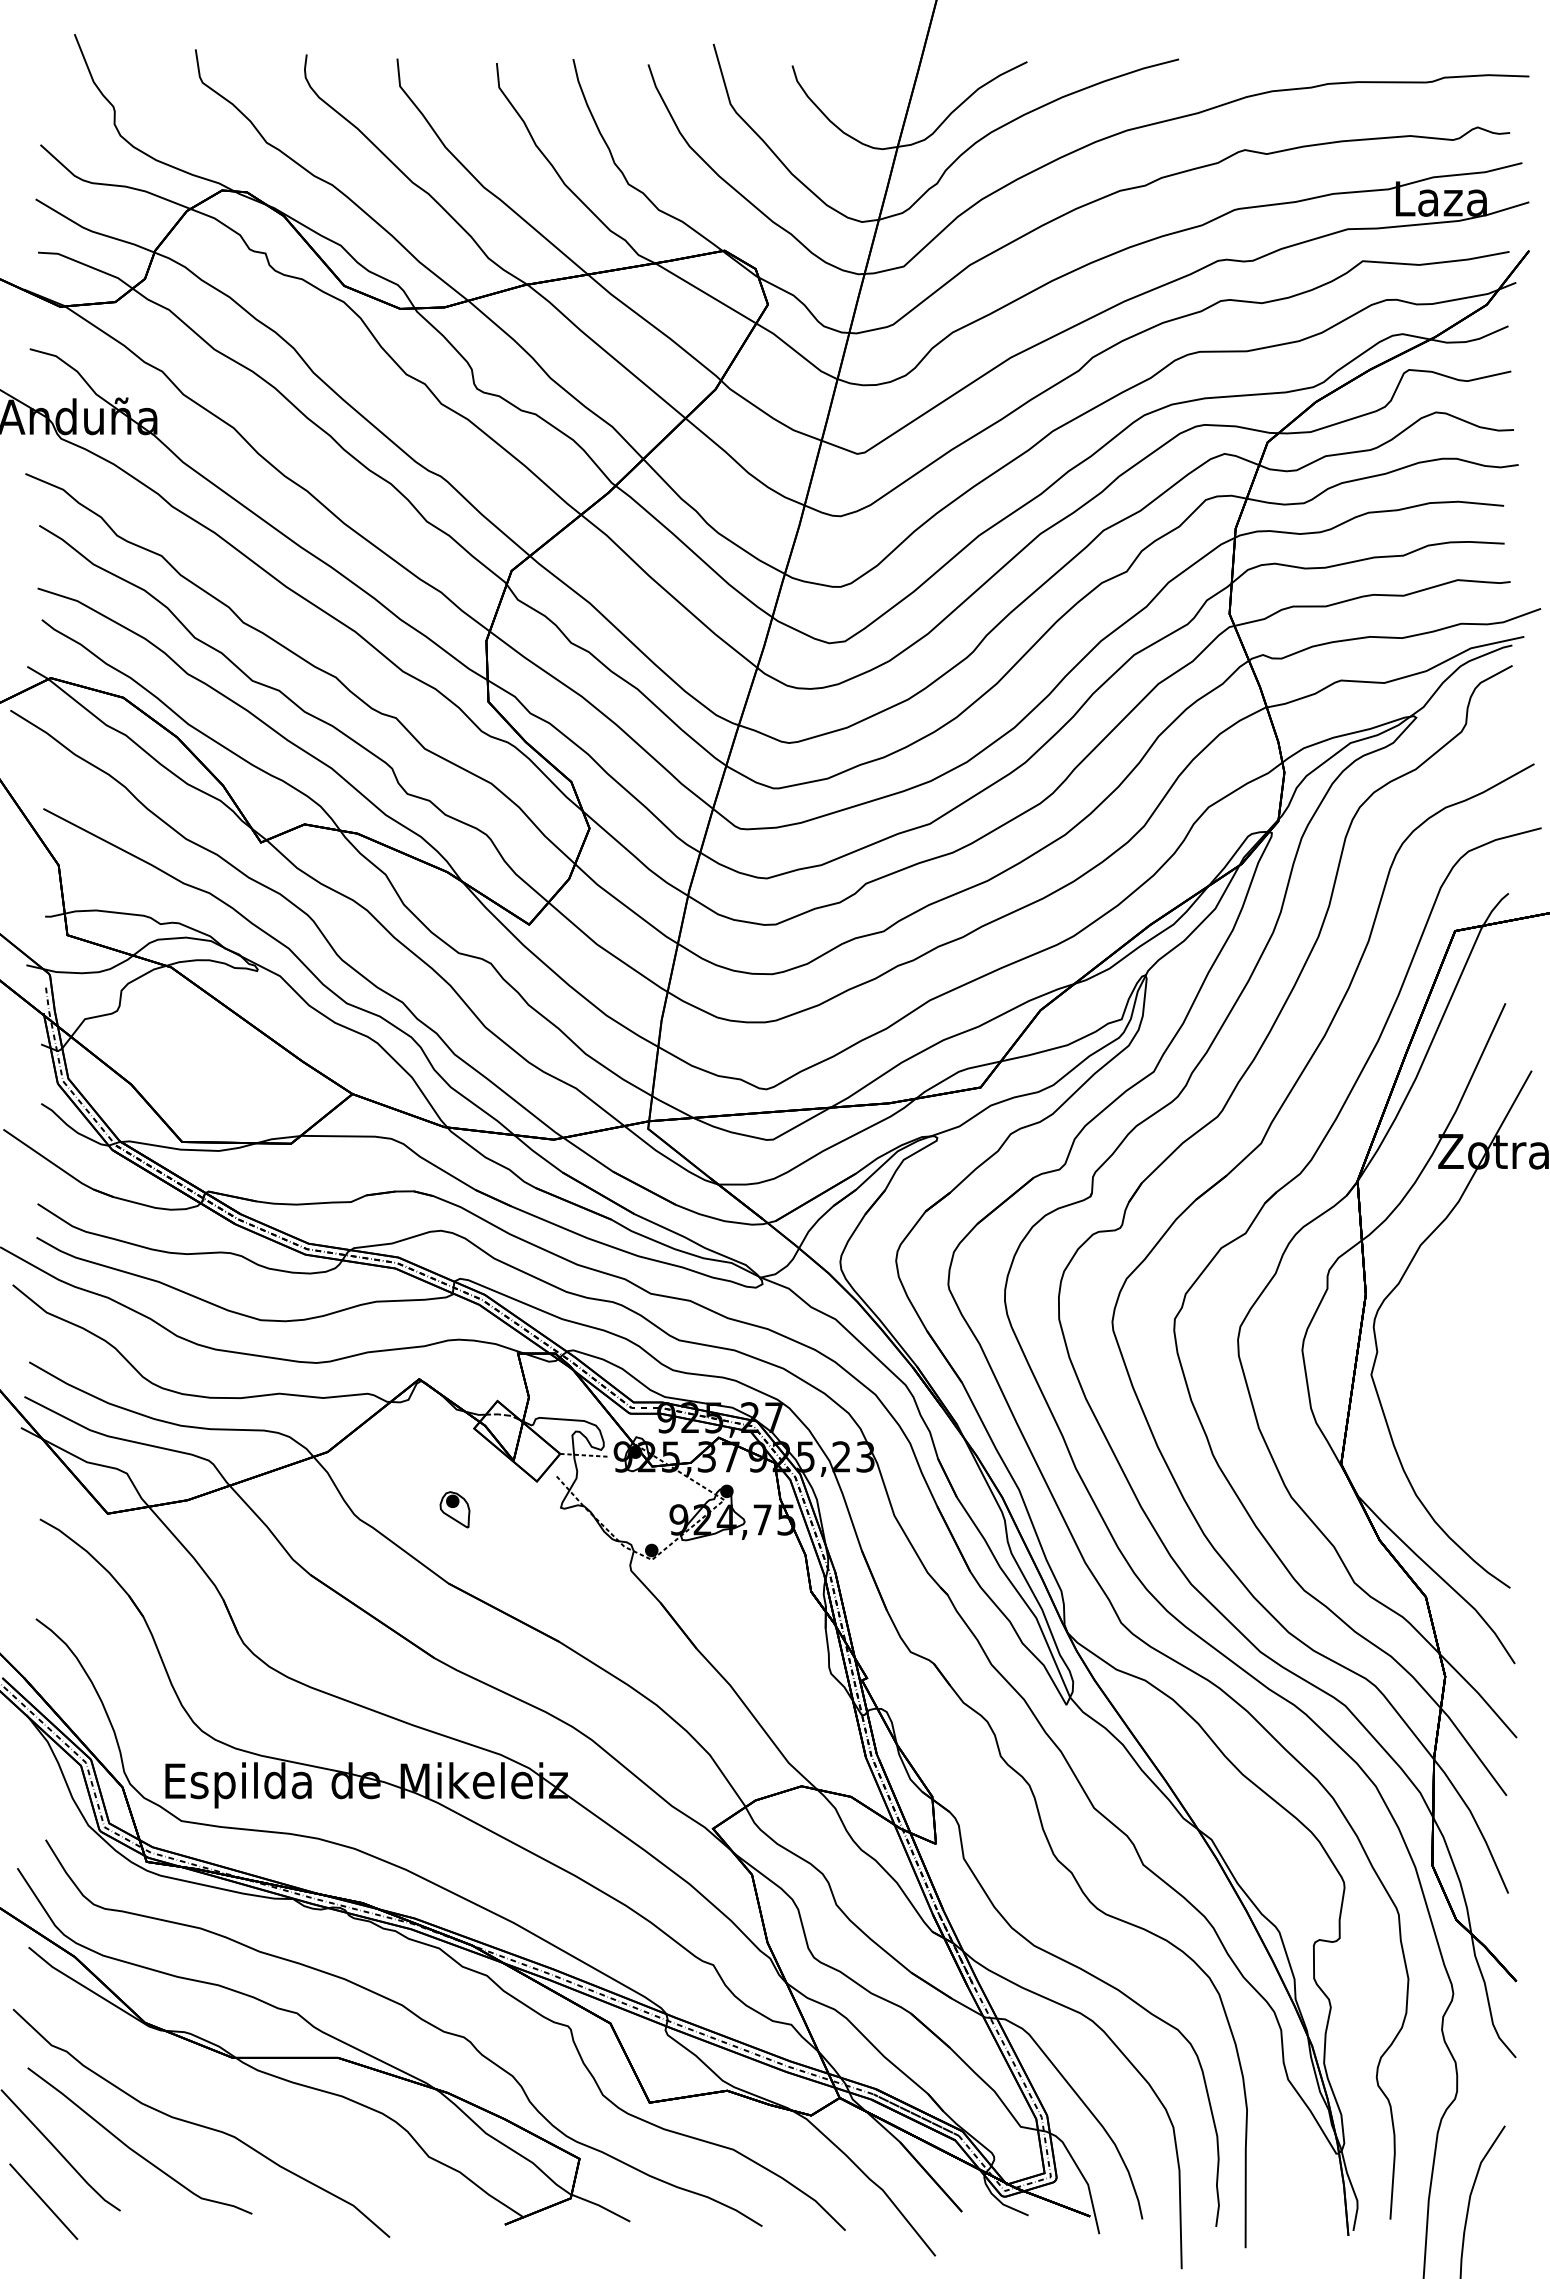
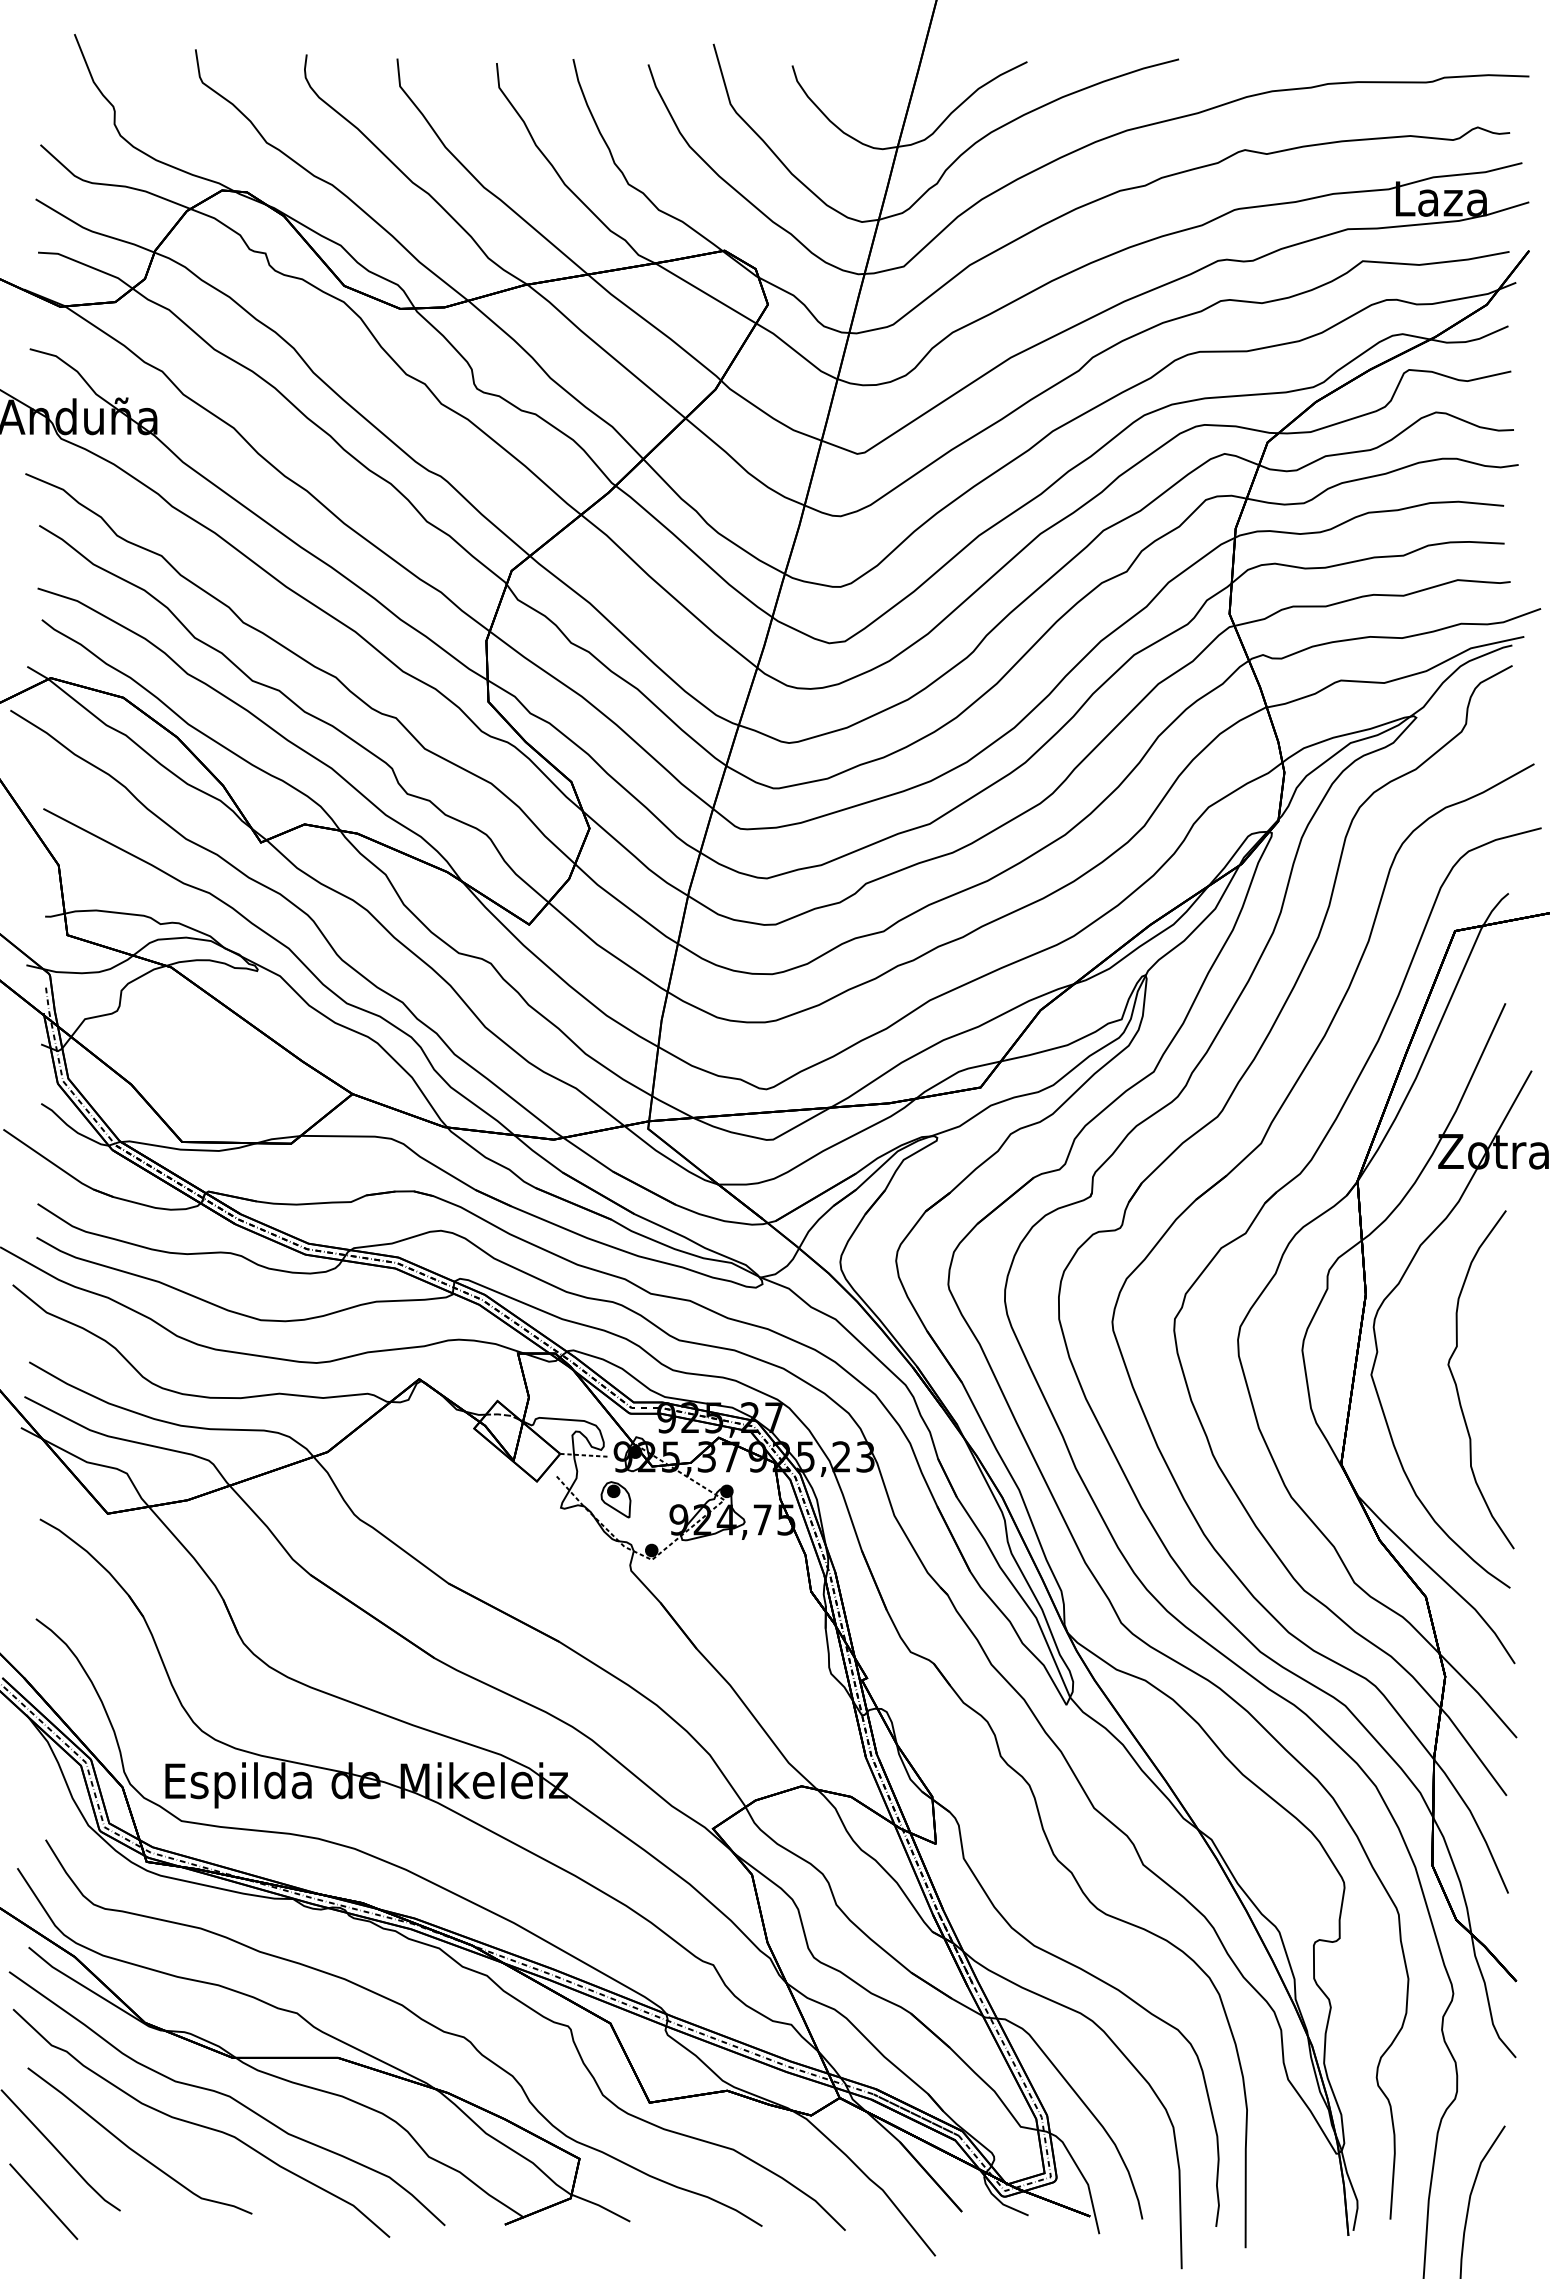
curve at (1457, 1386): none -> present
part at (454, 1509) position: (454, 1509) -> (615, 1499)
curve at (226, 2096): none -> present
